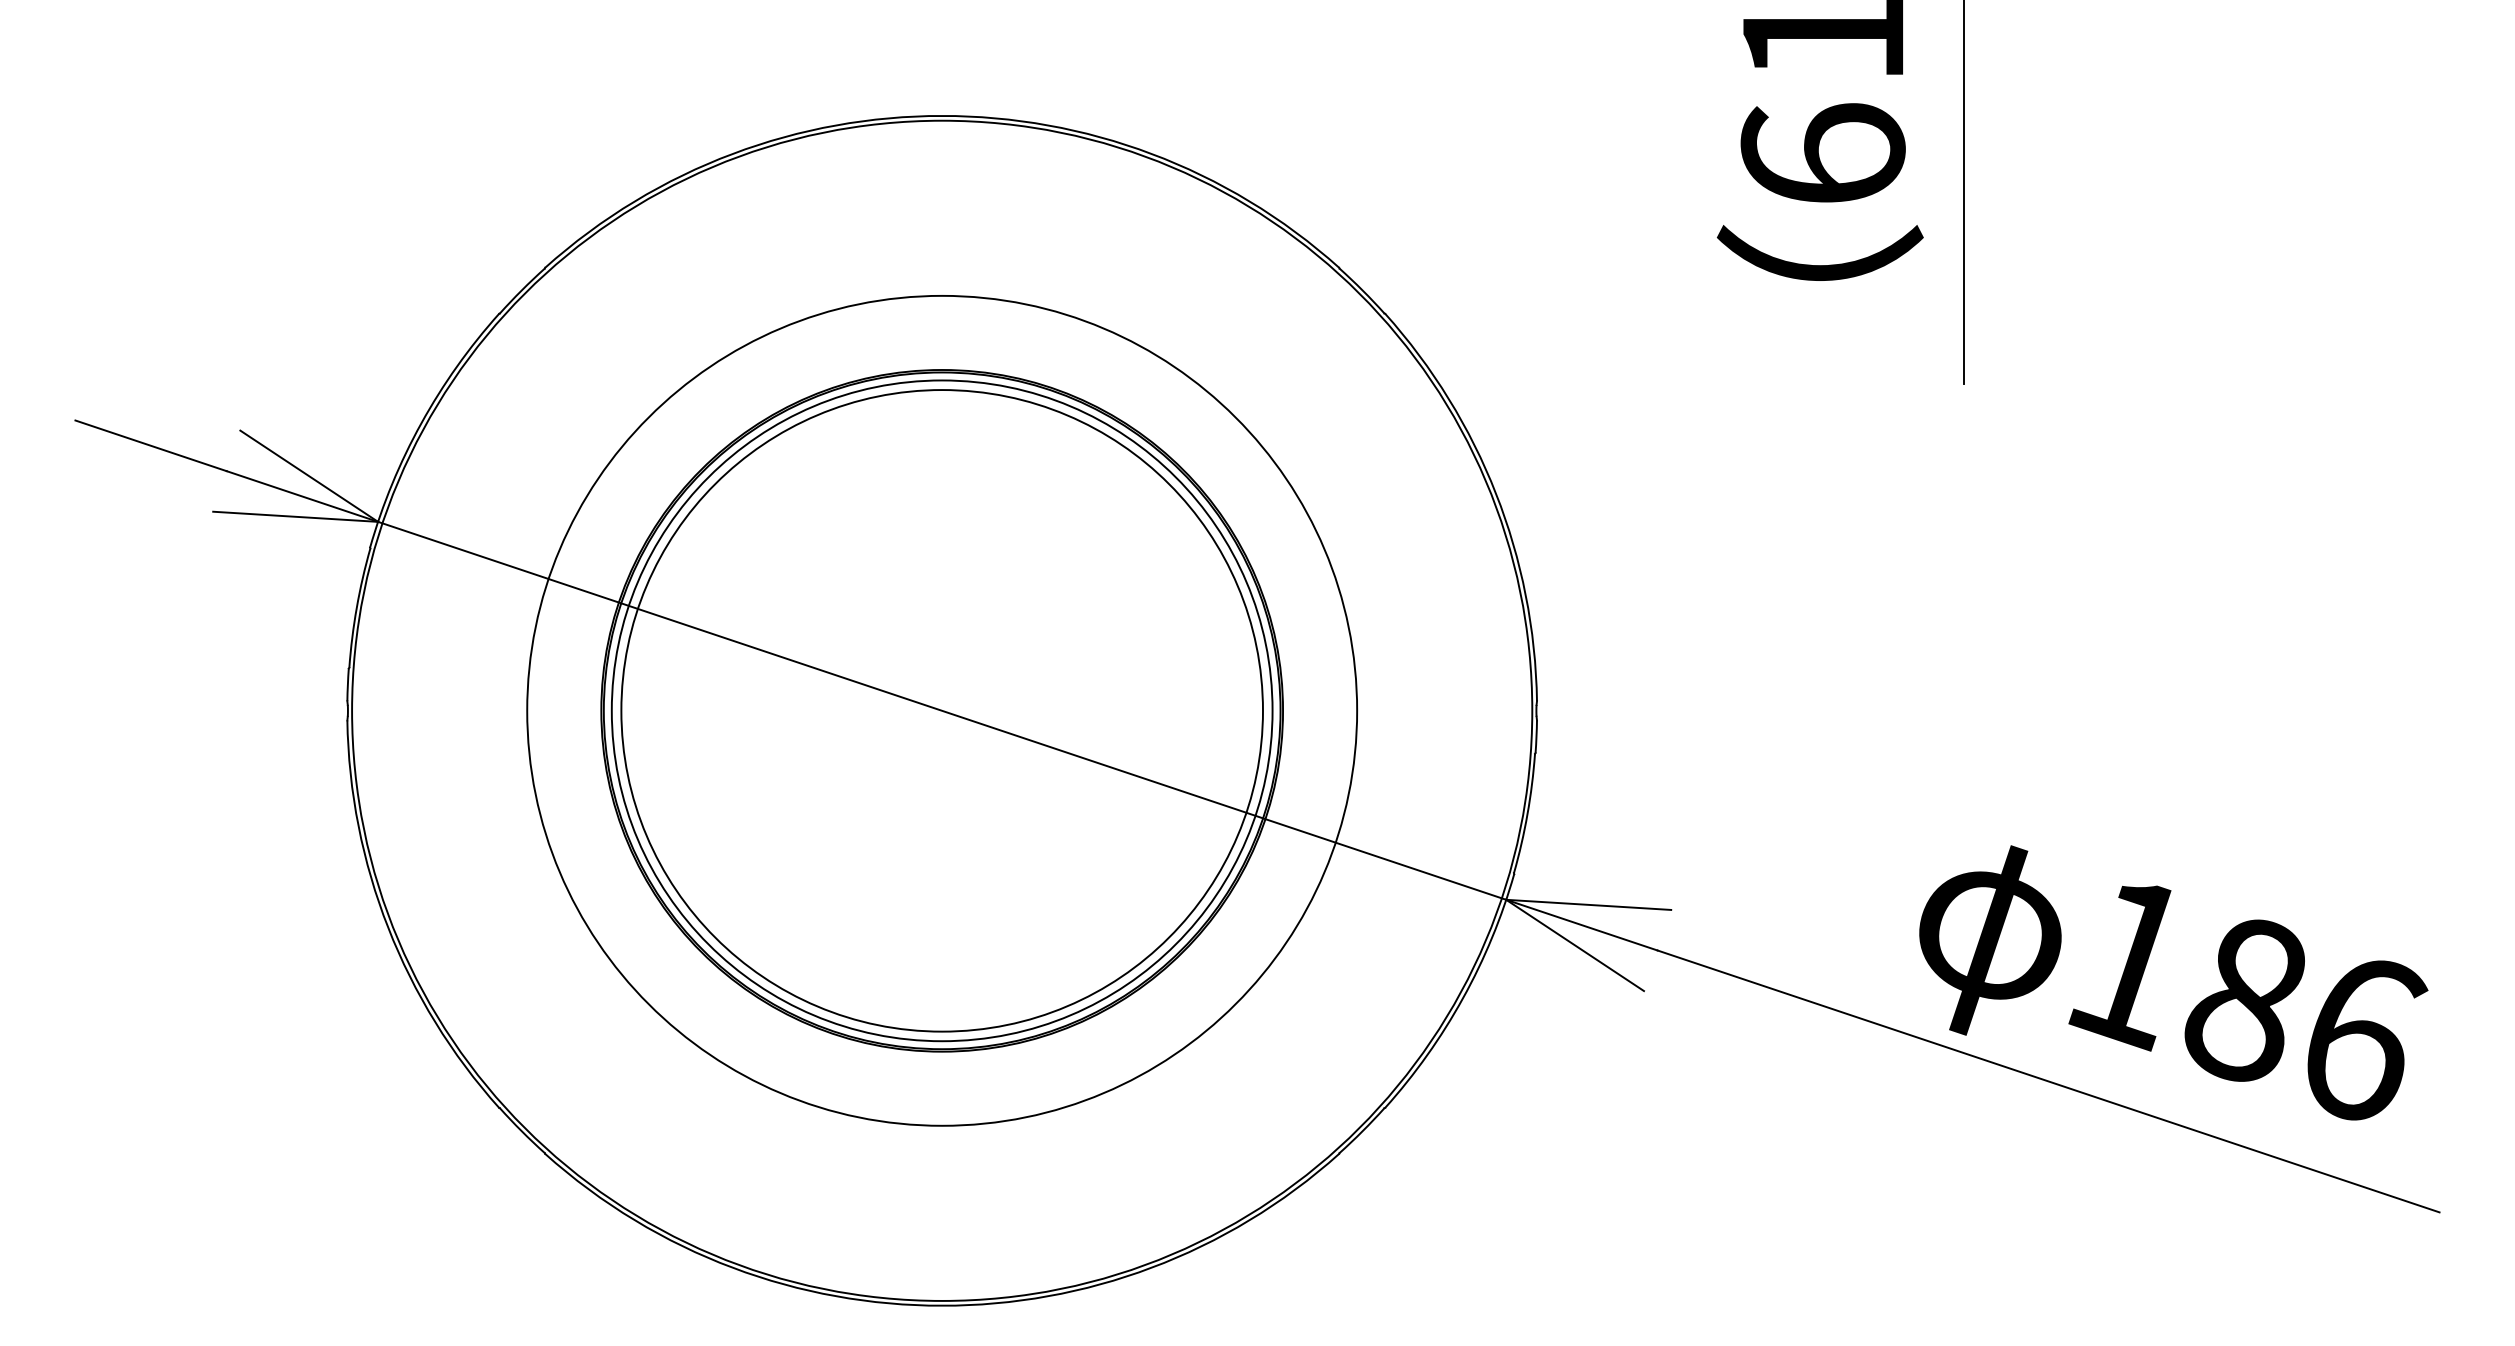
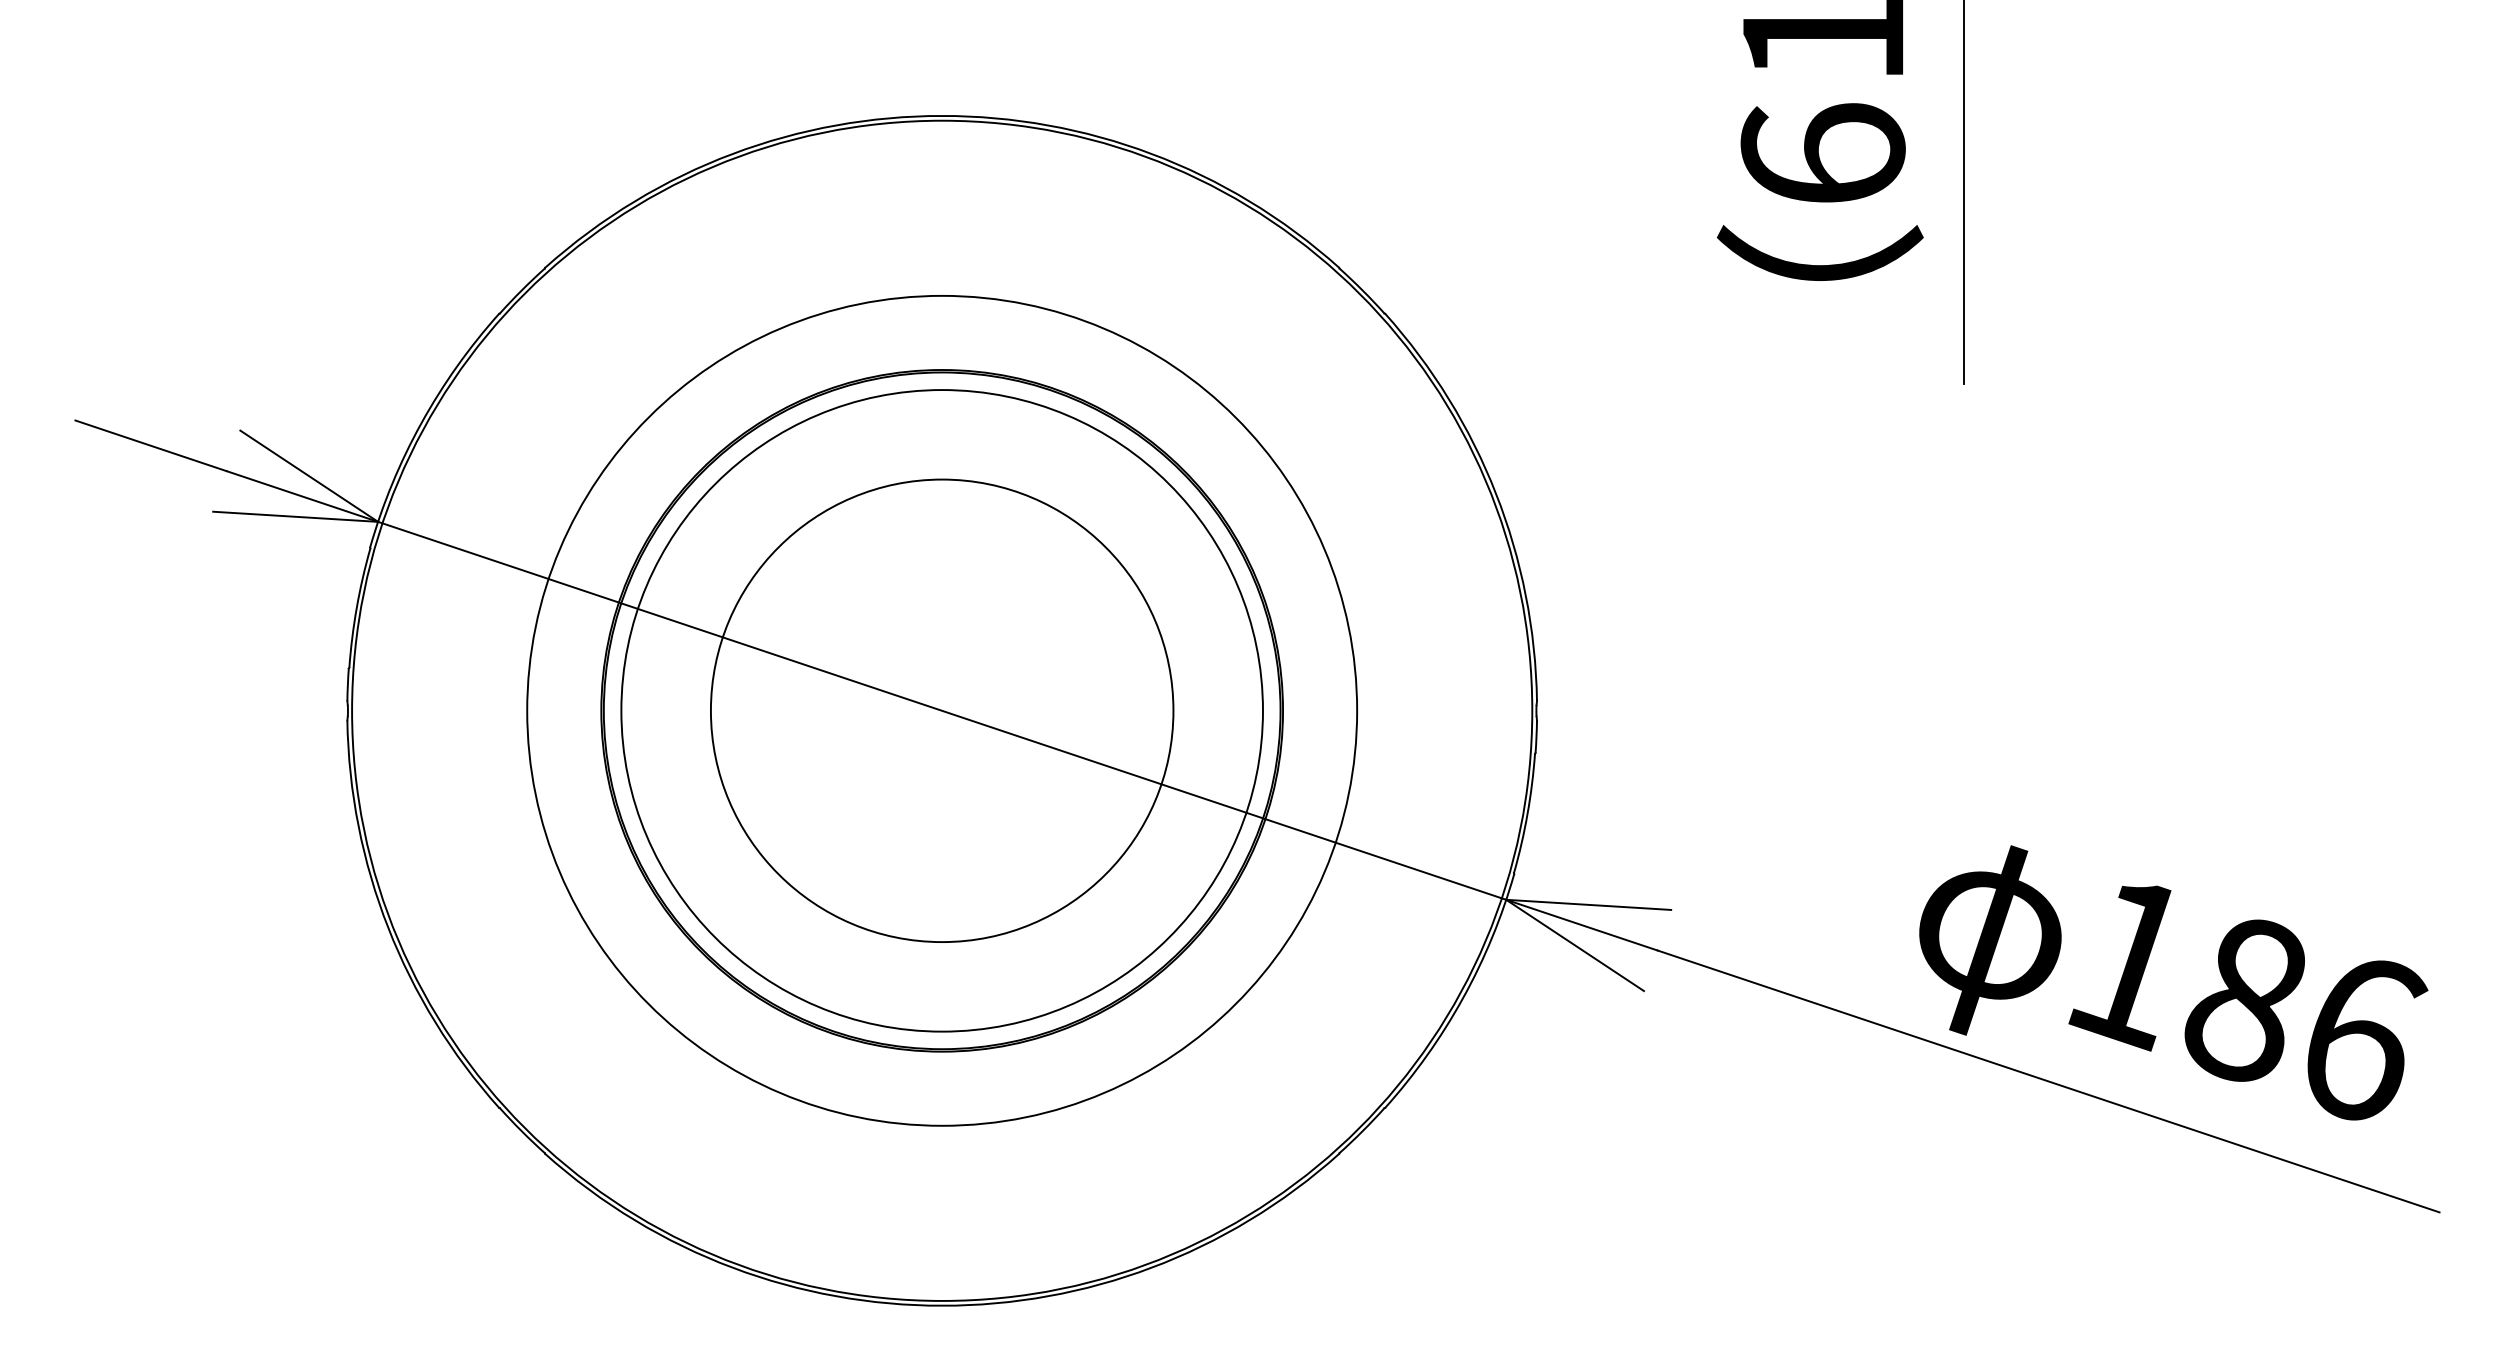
circle at (941, 710) diameter: 661 px -> 463 px
